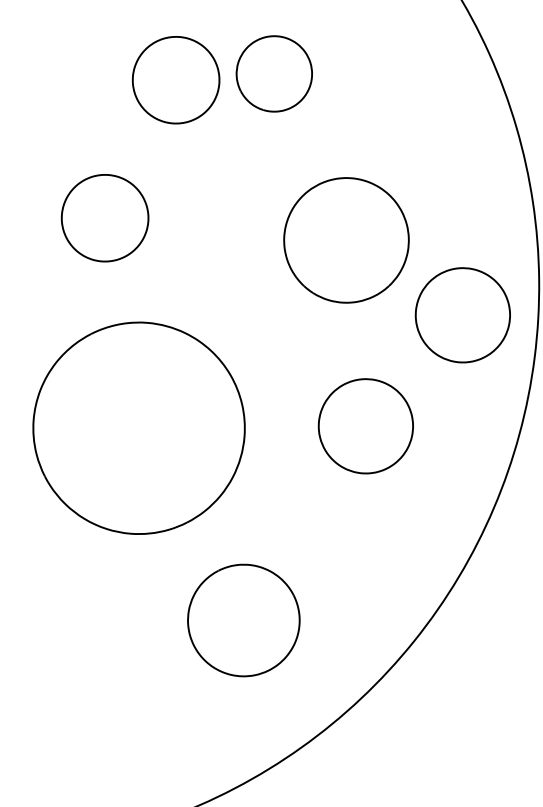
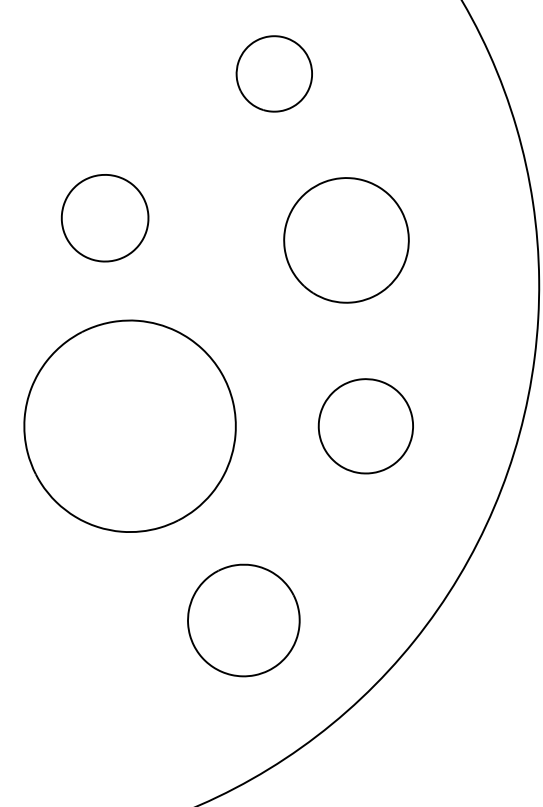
part at (175, 80): present -> none
part at (462, 315): present -> none
part at (138, 427) position: (138, 427) -> (129, 425)
